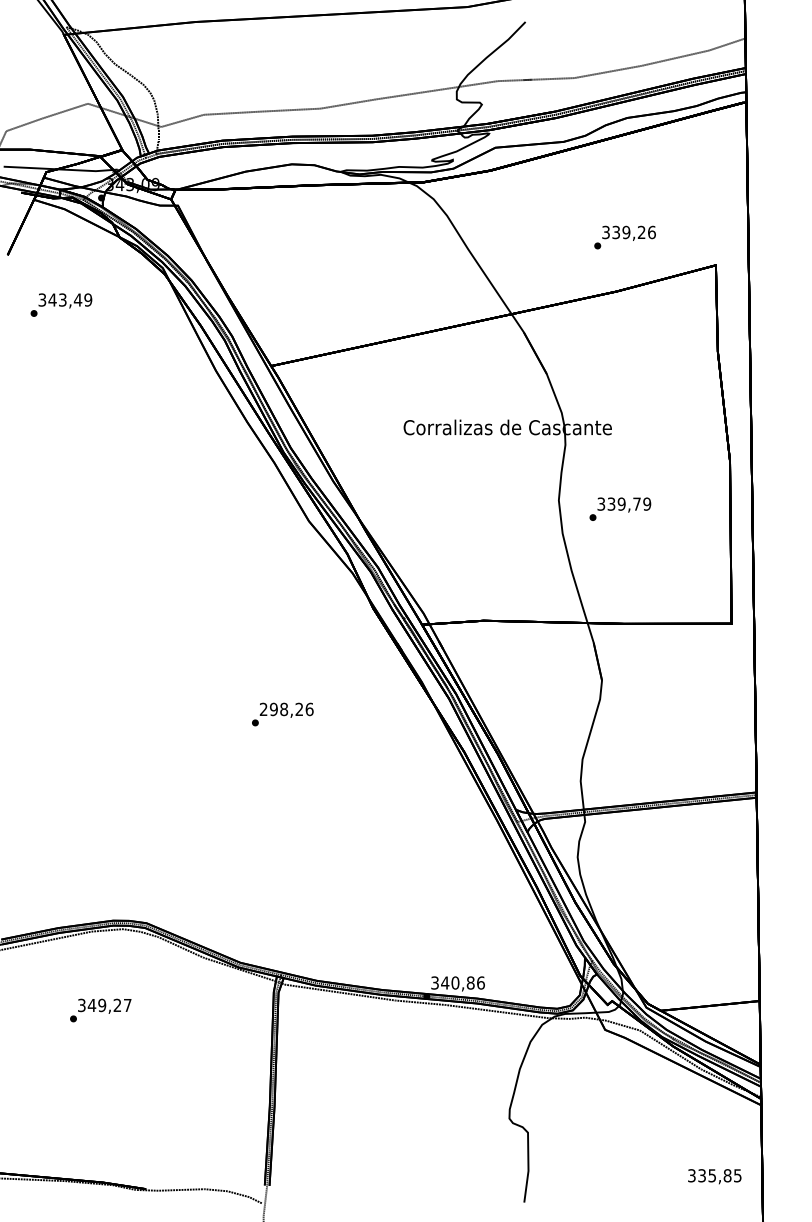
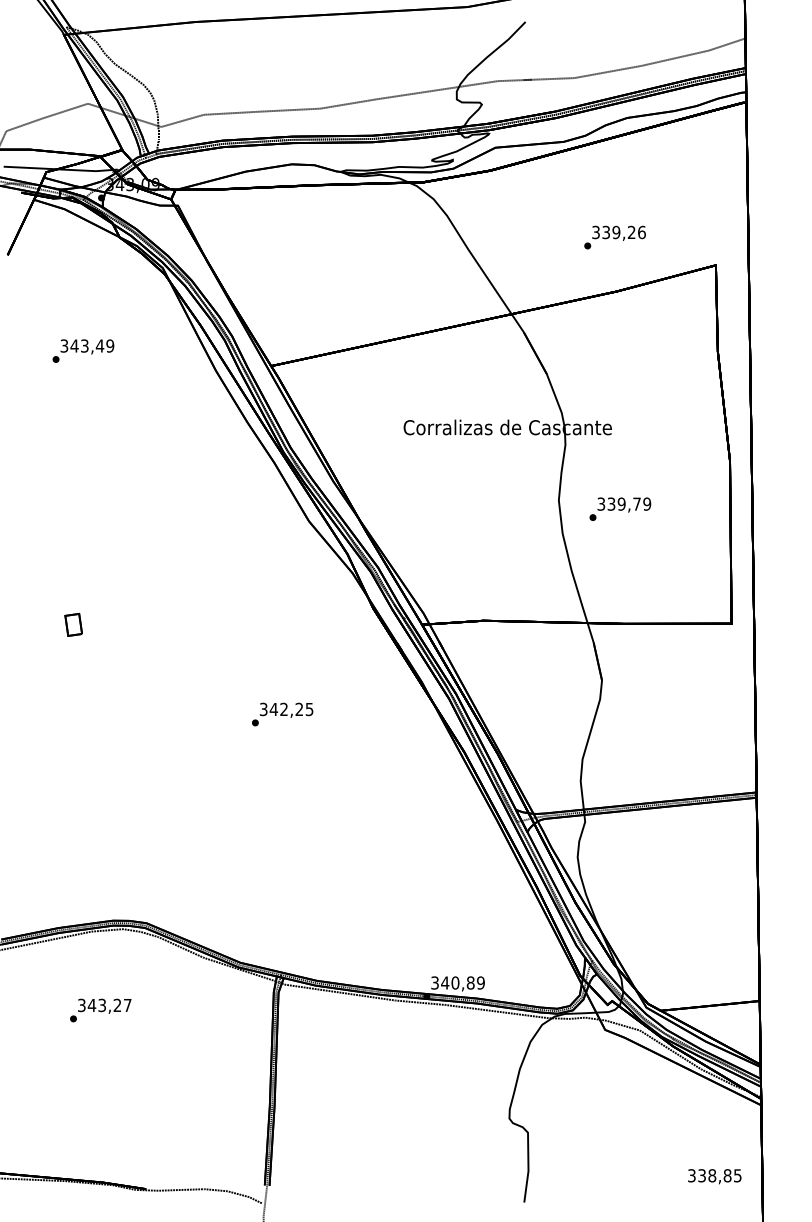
text at (624, 237) position: (624, 237) -> (614, 237)
text at (61, 304) position: (61, 304) -> (83, 350)
part at (73, 624): none -> present
text at (286, 709): 298,26 -> 342,25
text at (480, 982): 340,86 -> 340,89
text at (102, 1004): 349,27 -> 343,27
text at (712, 1175): 335,85 -> 338,85
